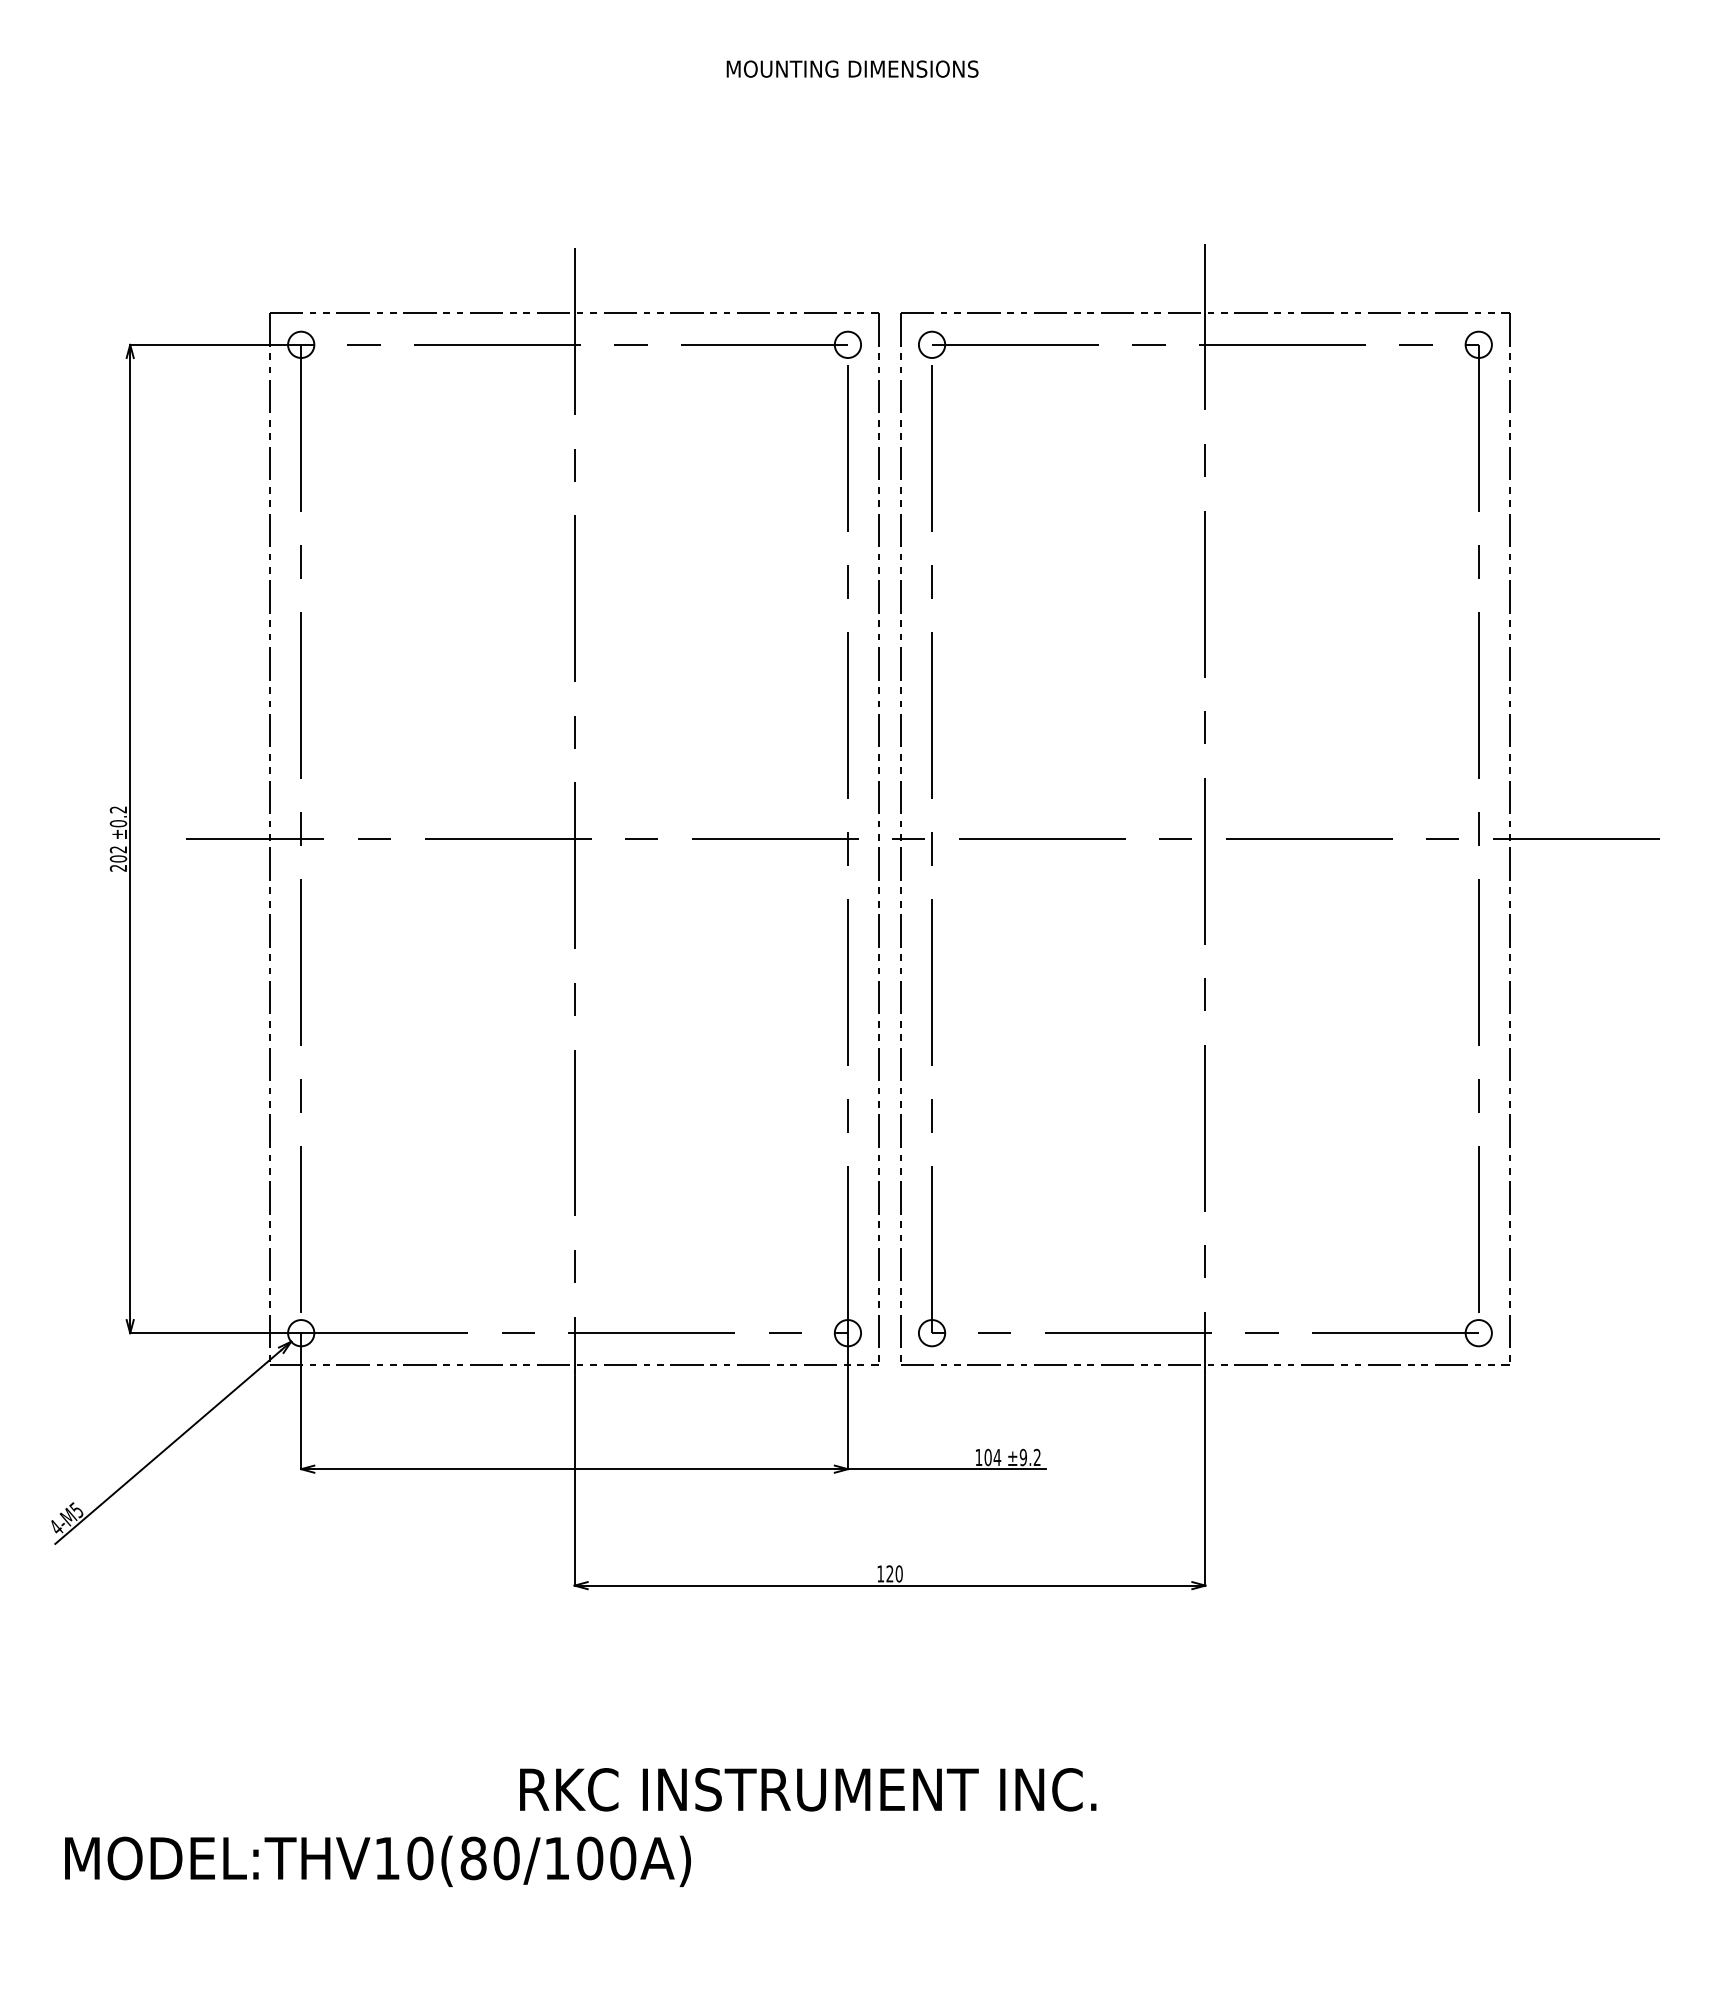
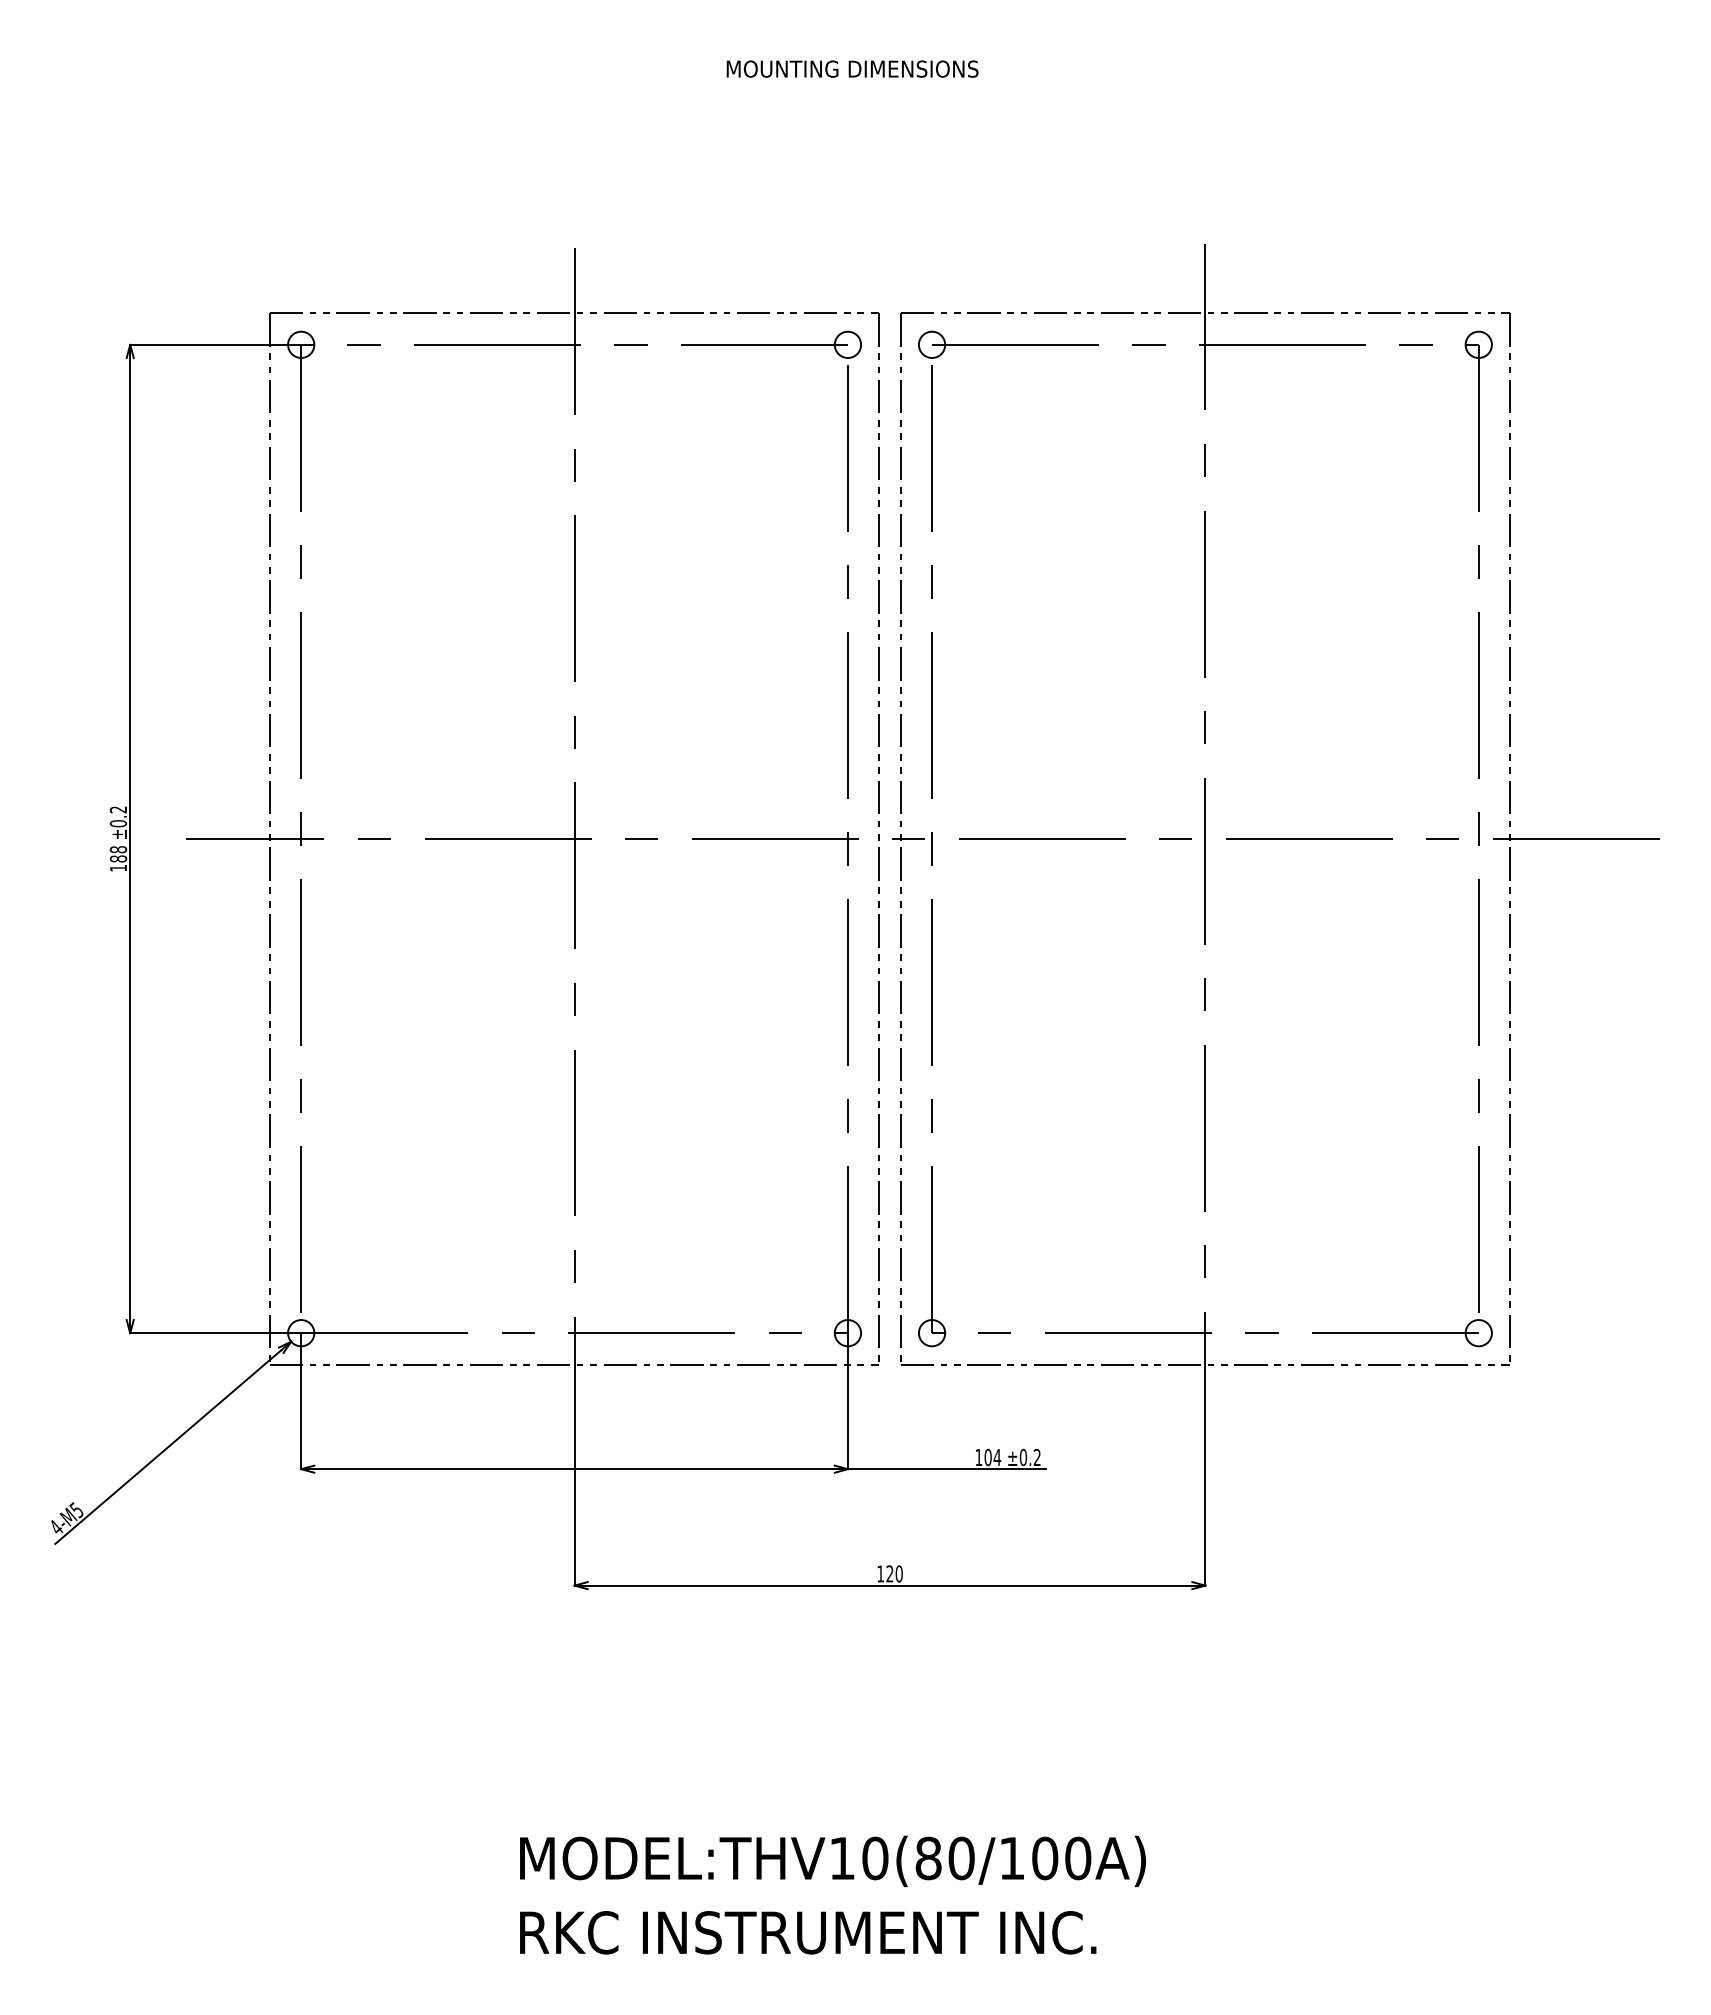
text at (118, 858): 202 -> 188
text at (1022, 1457): ±9.2 -> ±0.2
text at (808, 1789) position: (808, 1789) -> (808, 1932)
text at (377, 1860) position: (377, 1860) -> (832, 1860)
